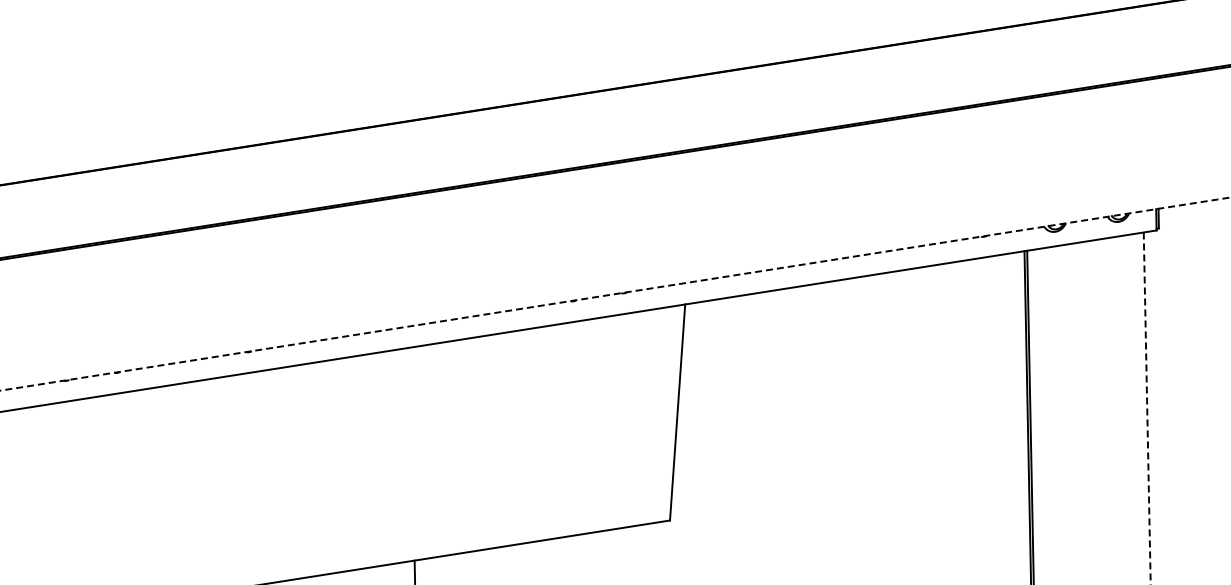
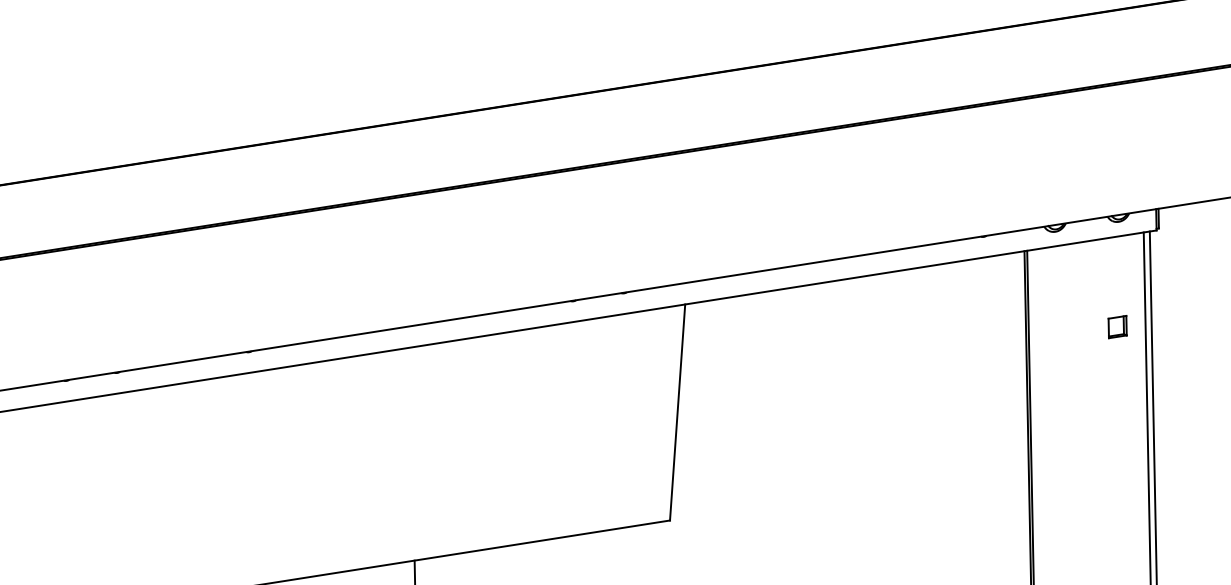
line at (614, 294): dashed -> solid
part at (1117, 327): none -> present
line at (1152, 406): none -> present
line at (1147, 408): dashed -> solid
